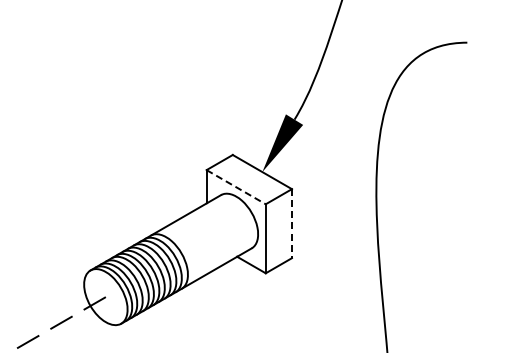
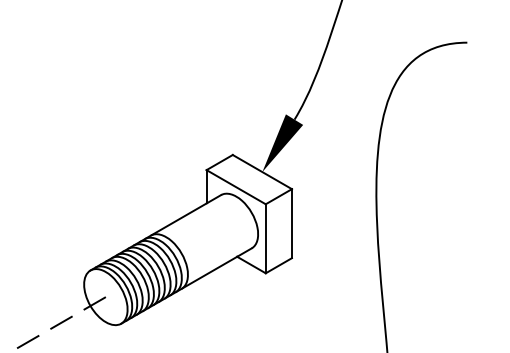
line at (236, 187): dashed -> solid
line at (291, 223): dashed -> solid
